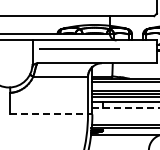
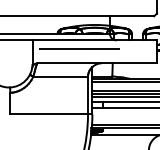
line at (126, 107): dashed -> solid
line at (51, 114): dashed -> solid
